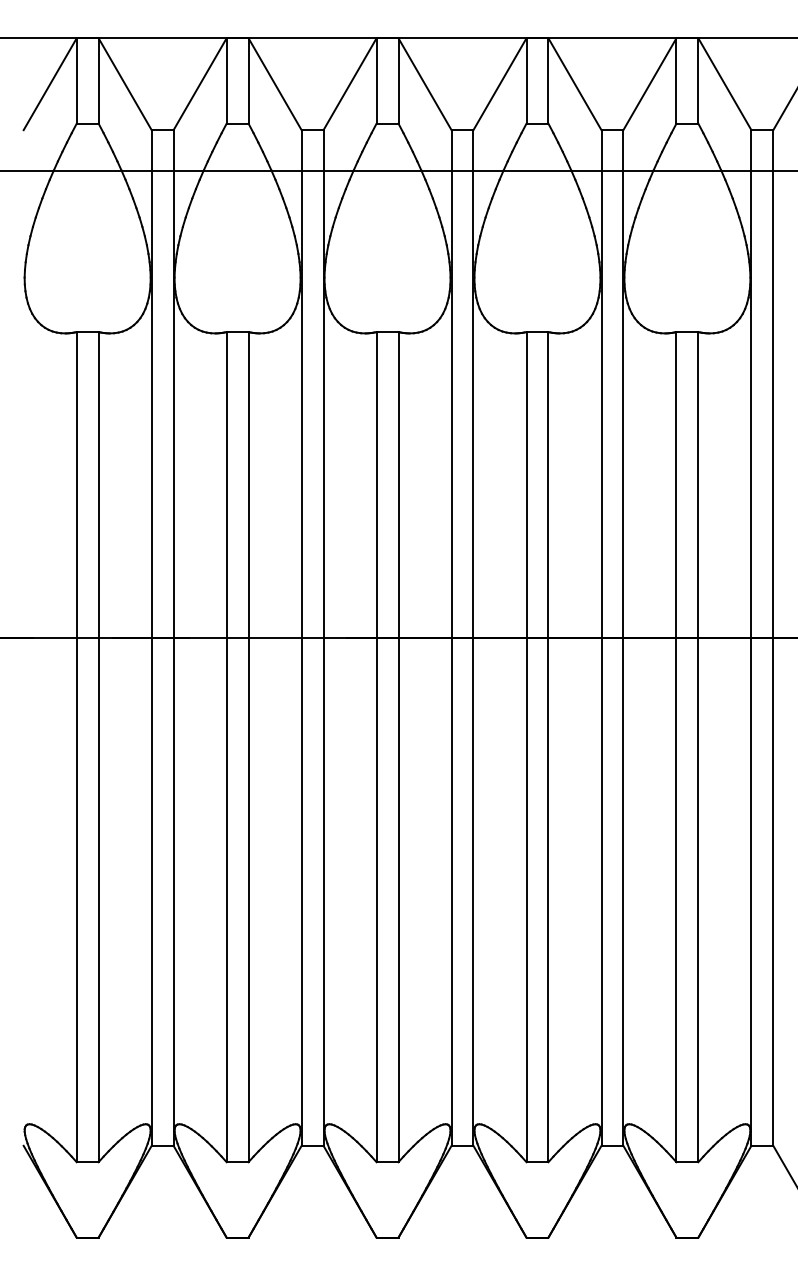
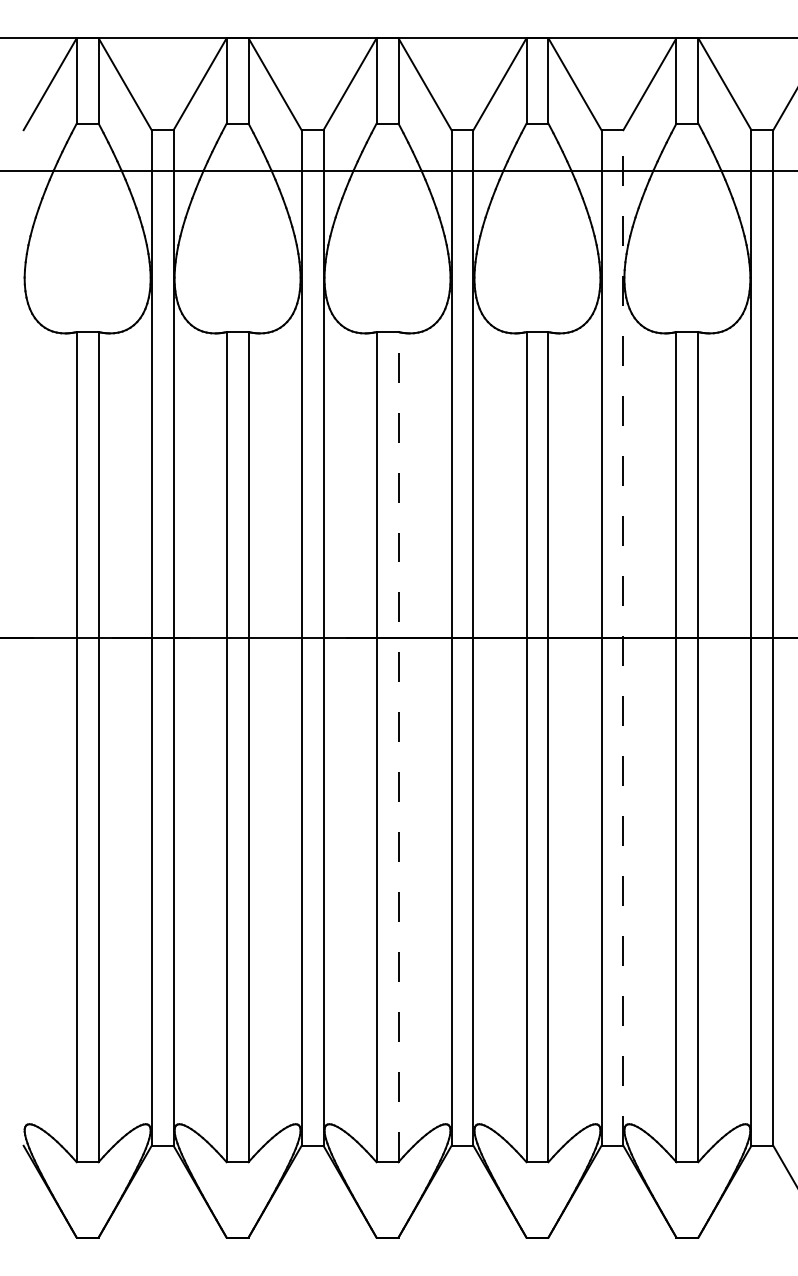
line at (623, 638): solid -> dashed
line at (398, 746): solid -> dashed
